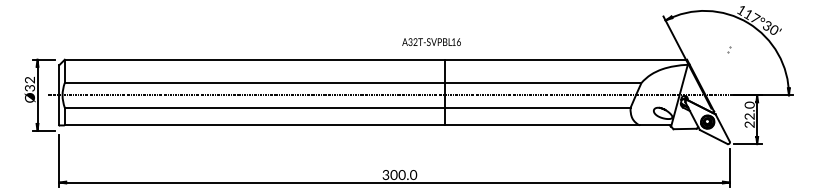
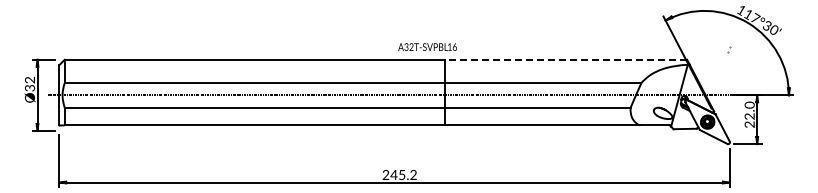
text at (431, 41) position: (431, 41) -> (427, 46)
line at (566, 59): solid -> dashed
text at (399, 174): 300.0 -> 245.2
